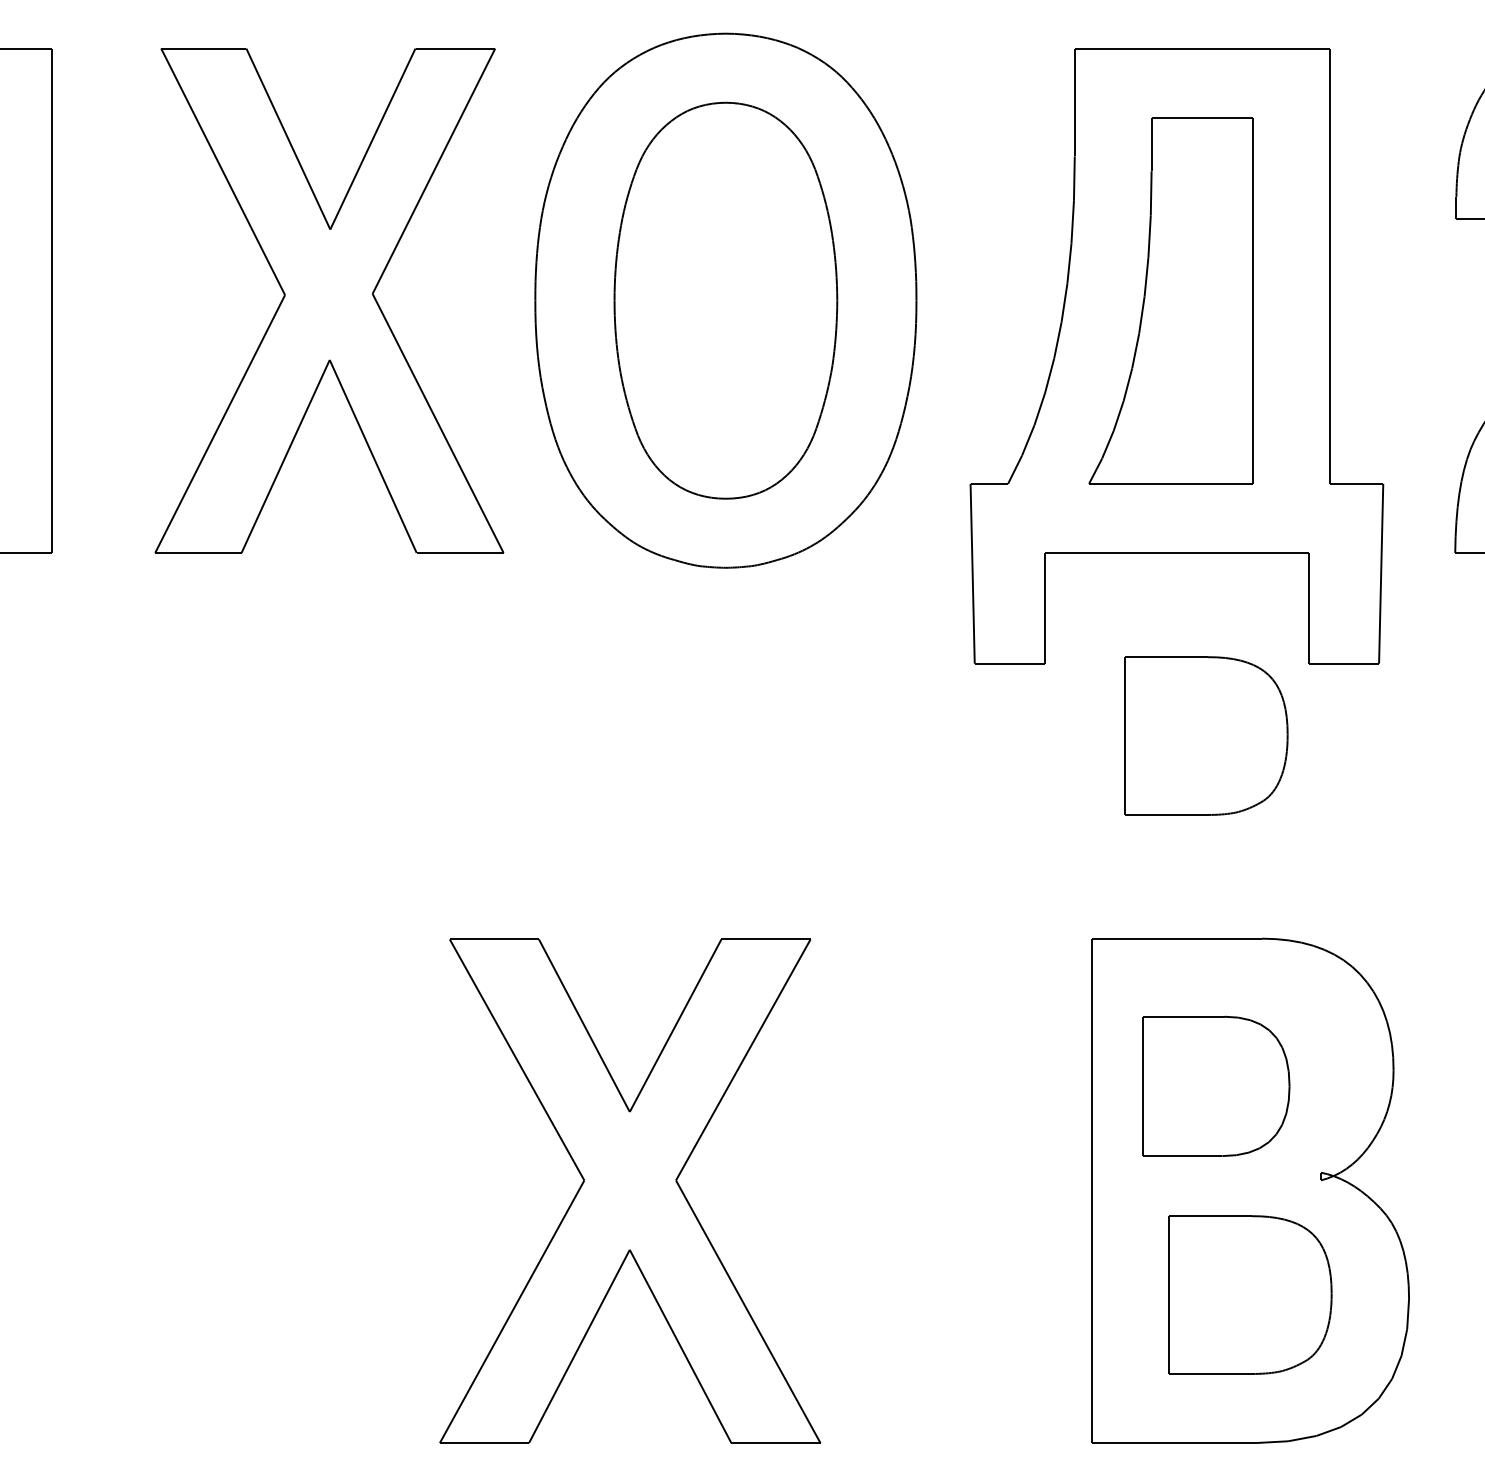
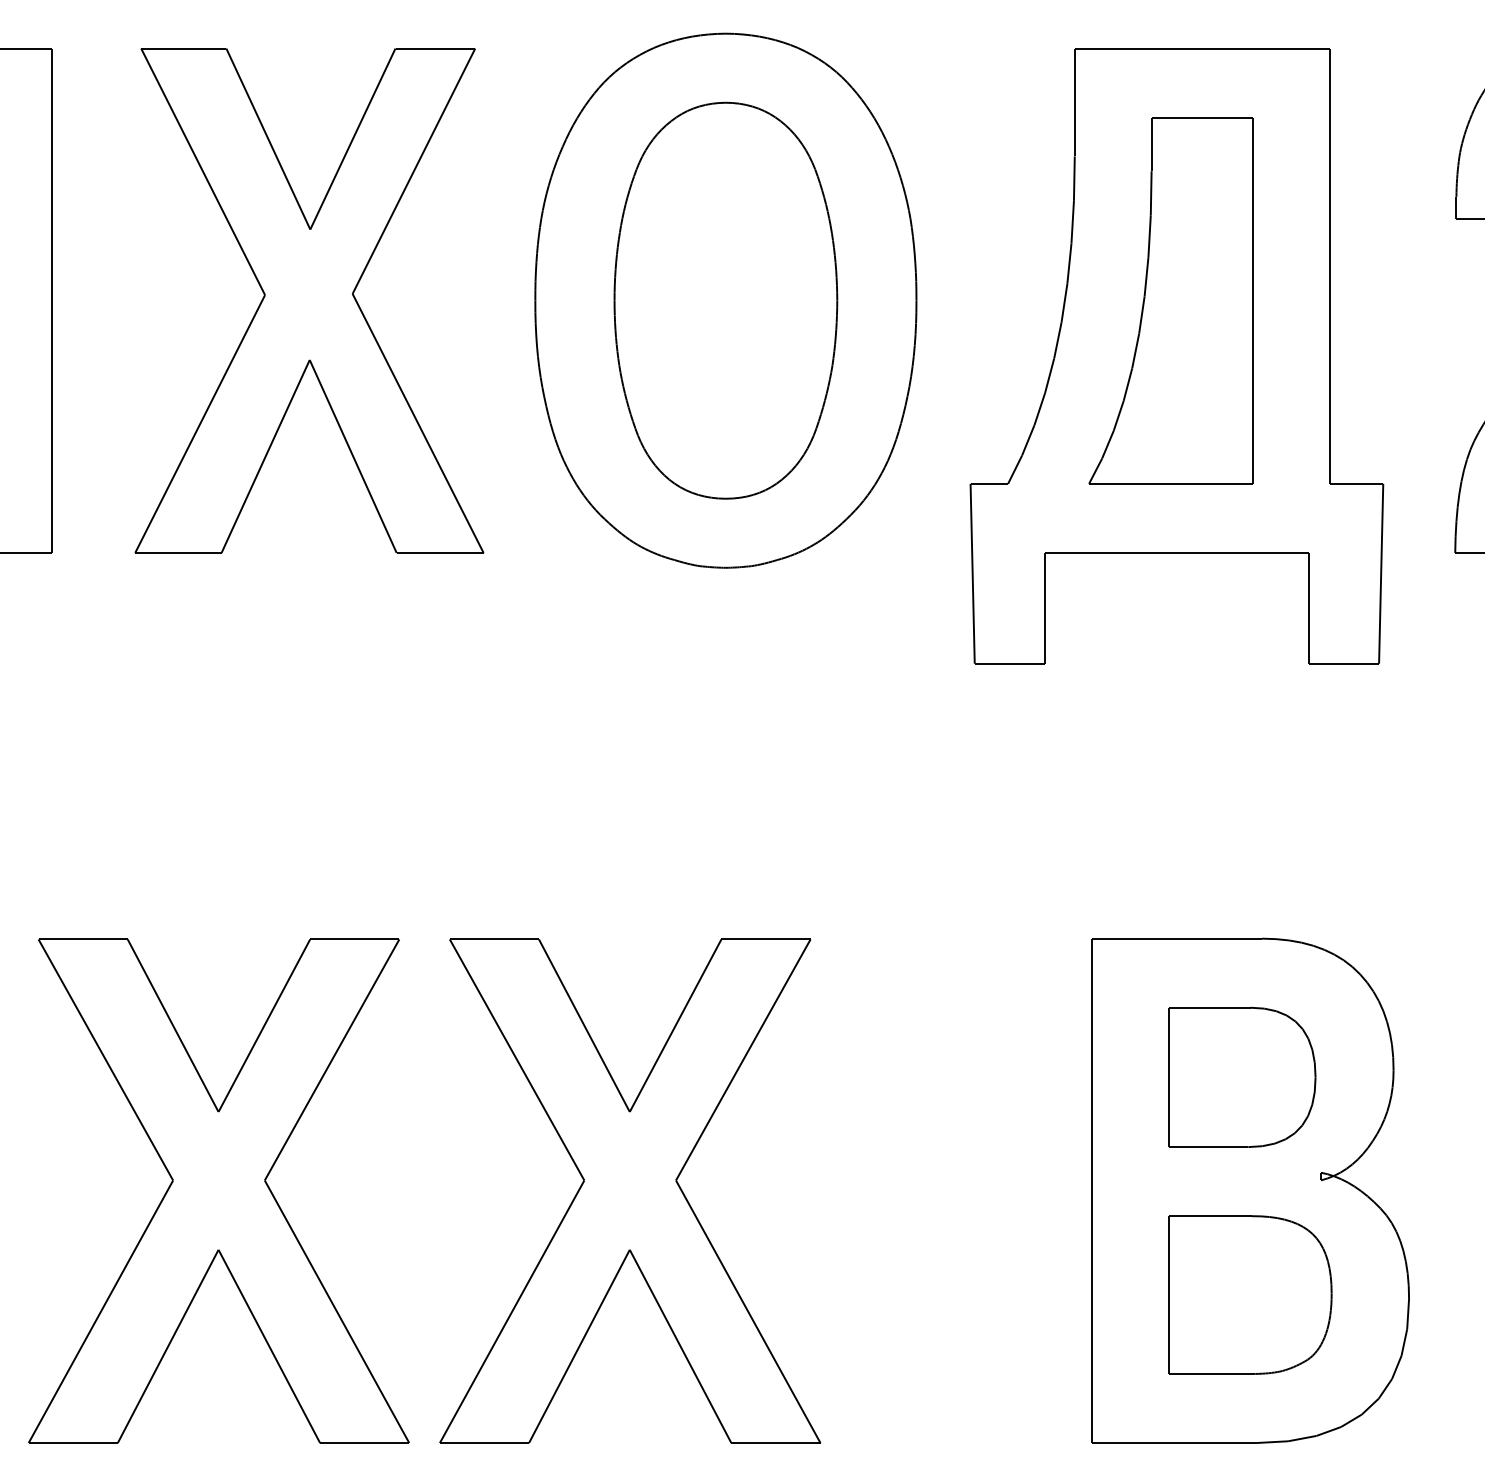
part at (329, 300) position: (329, 300) -> (309, 300)
part at (1206, 735): present -> none
part at (1216, 1085) position: (1216, 1085) -> (1242, 1076)
part at (218, 1190): none -> present
